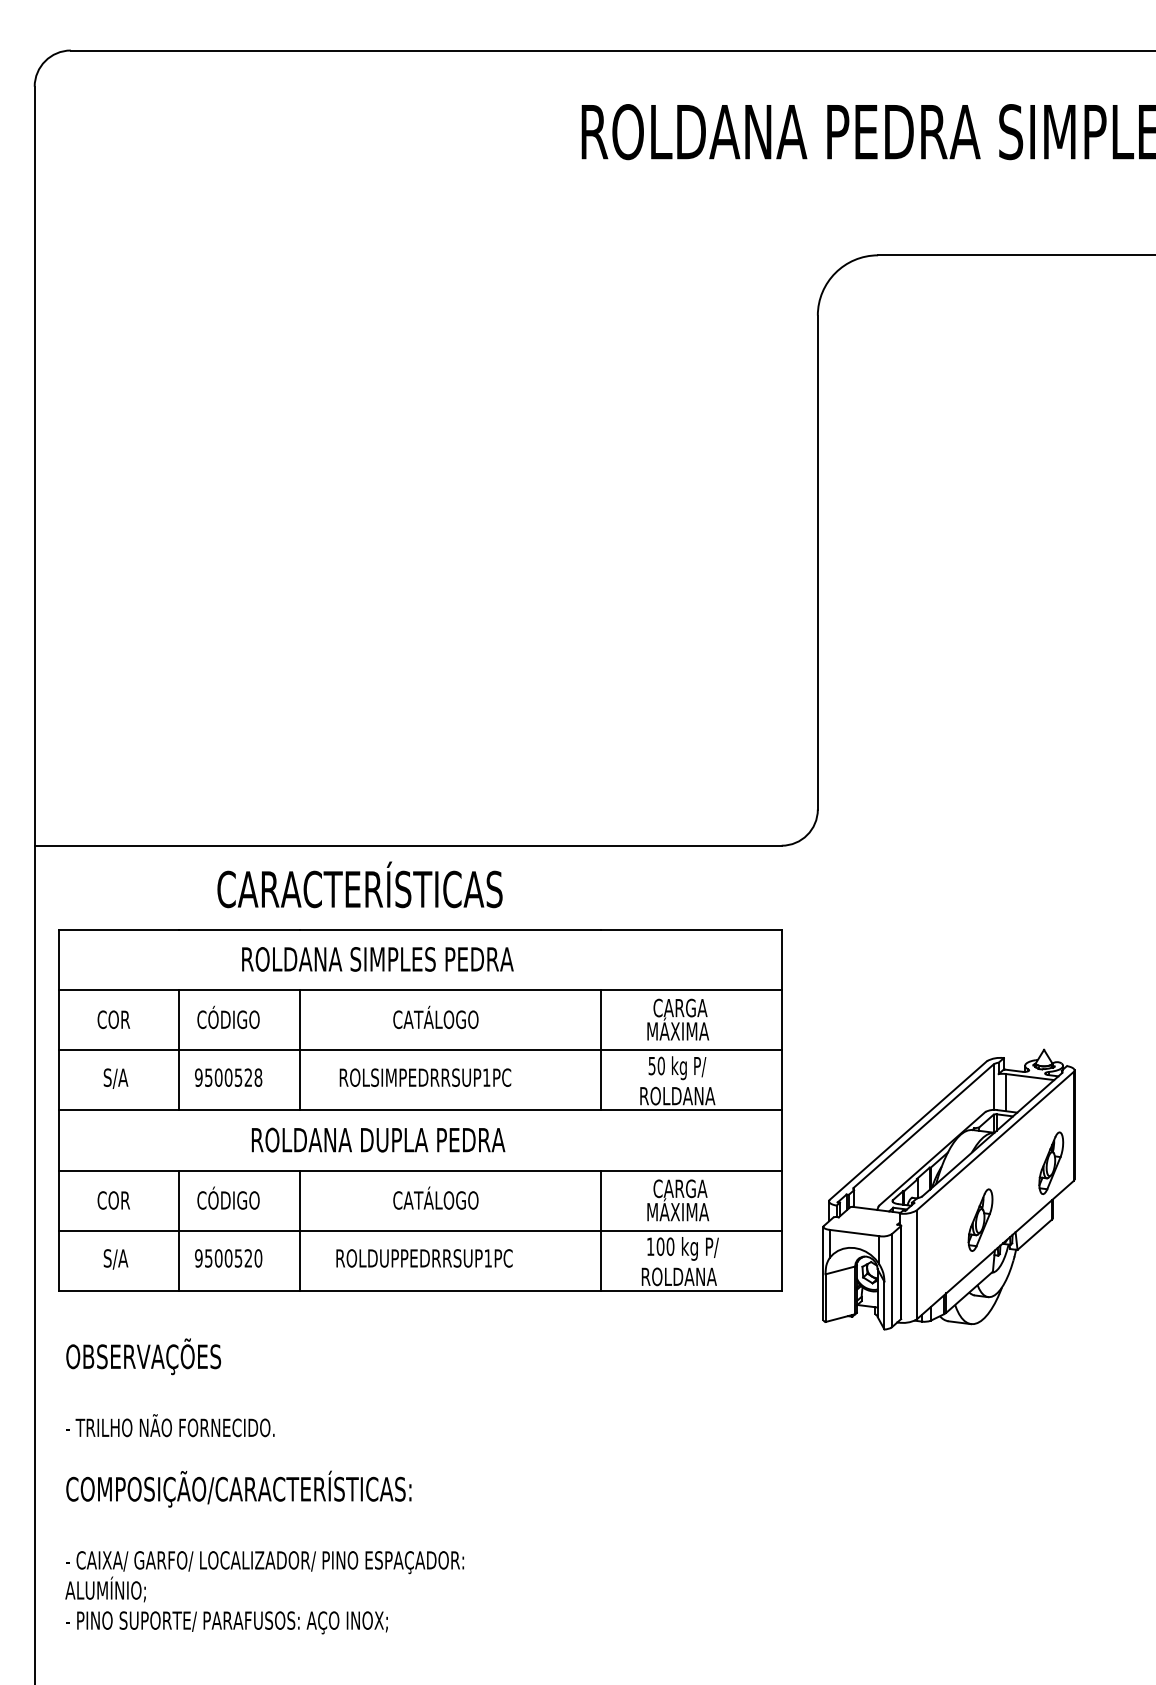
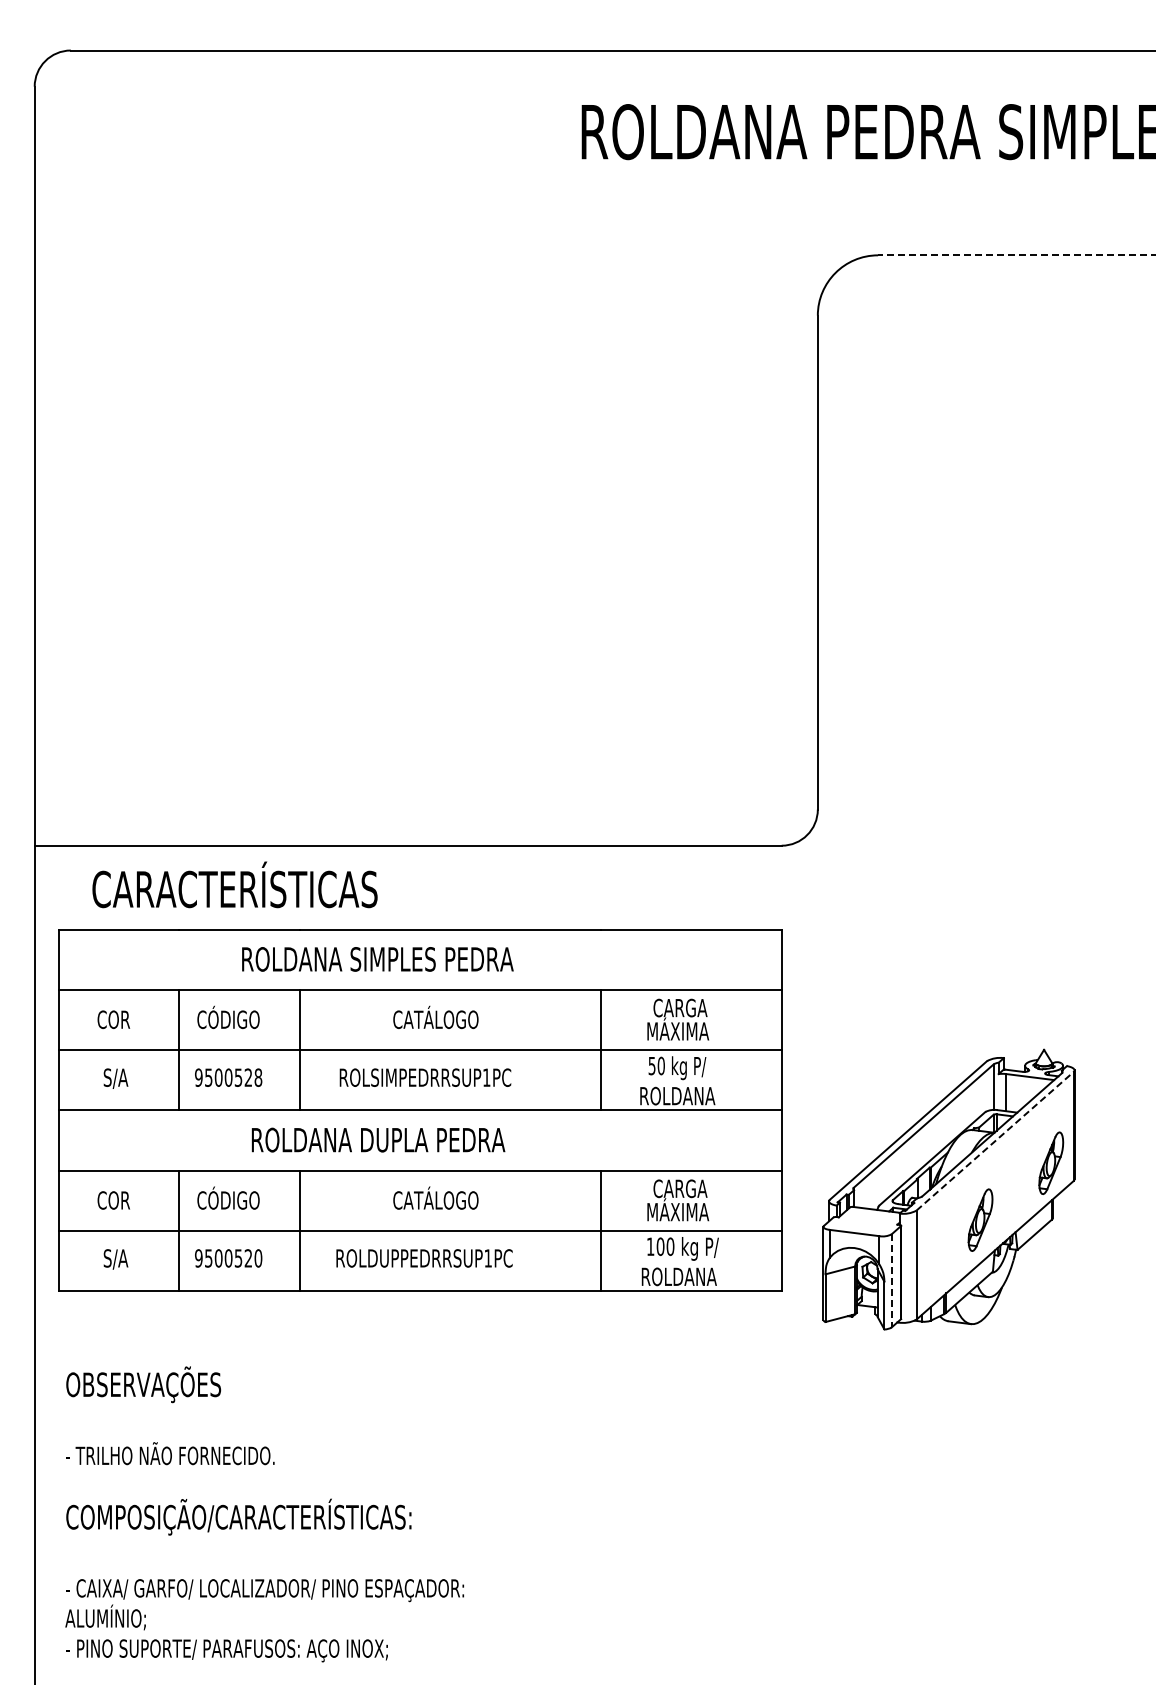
line at (1016, 255): solid -> dashed
text at (359, 884) position: (359, 884) -> (234, 884)
line at (995, 1141): solid -> dashed
line at (891, 1280): solid -> dashed
text at (264, 1486) position: (264, 1486) -> (264, 1514)
